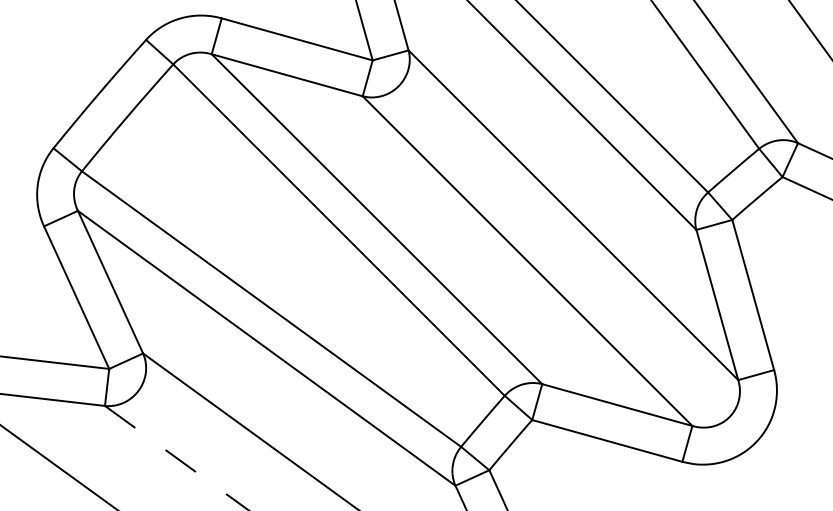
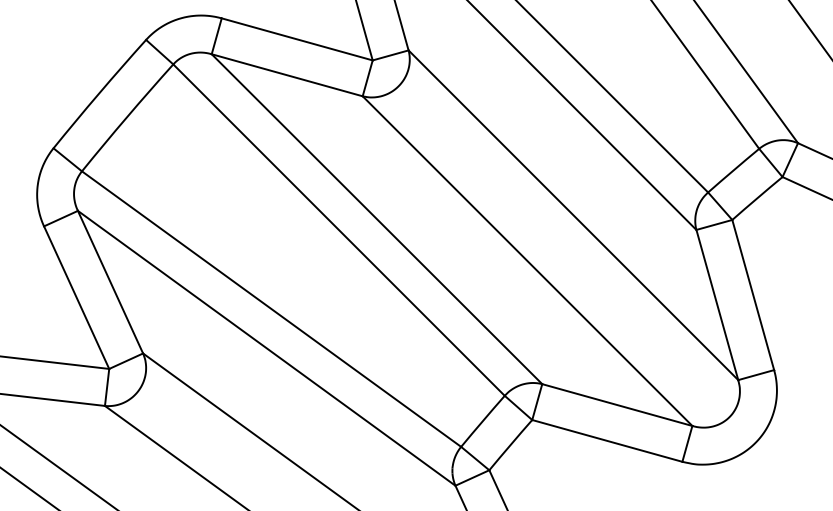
line at (177, 458): dashed -> solid
line at (28, 487): none -> present
